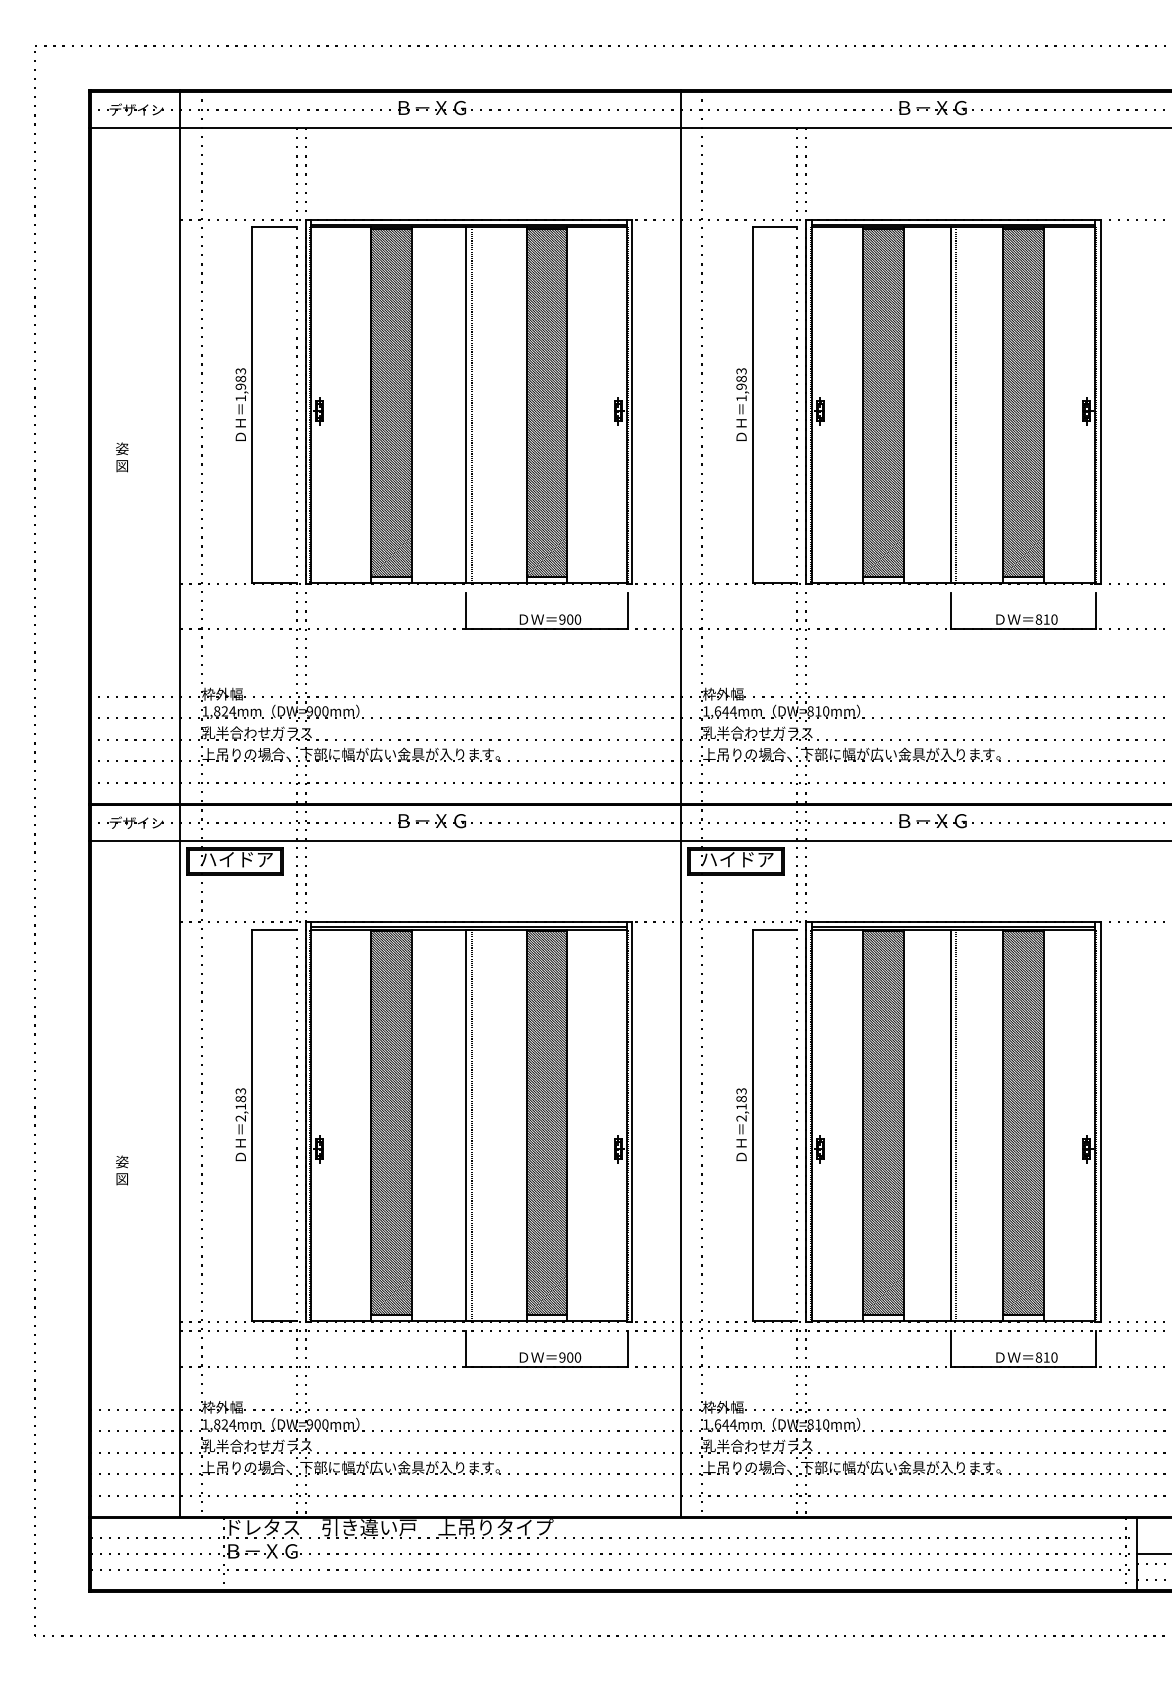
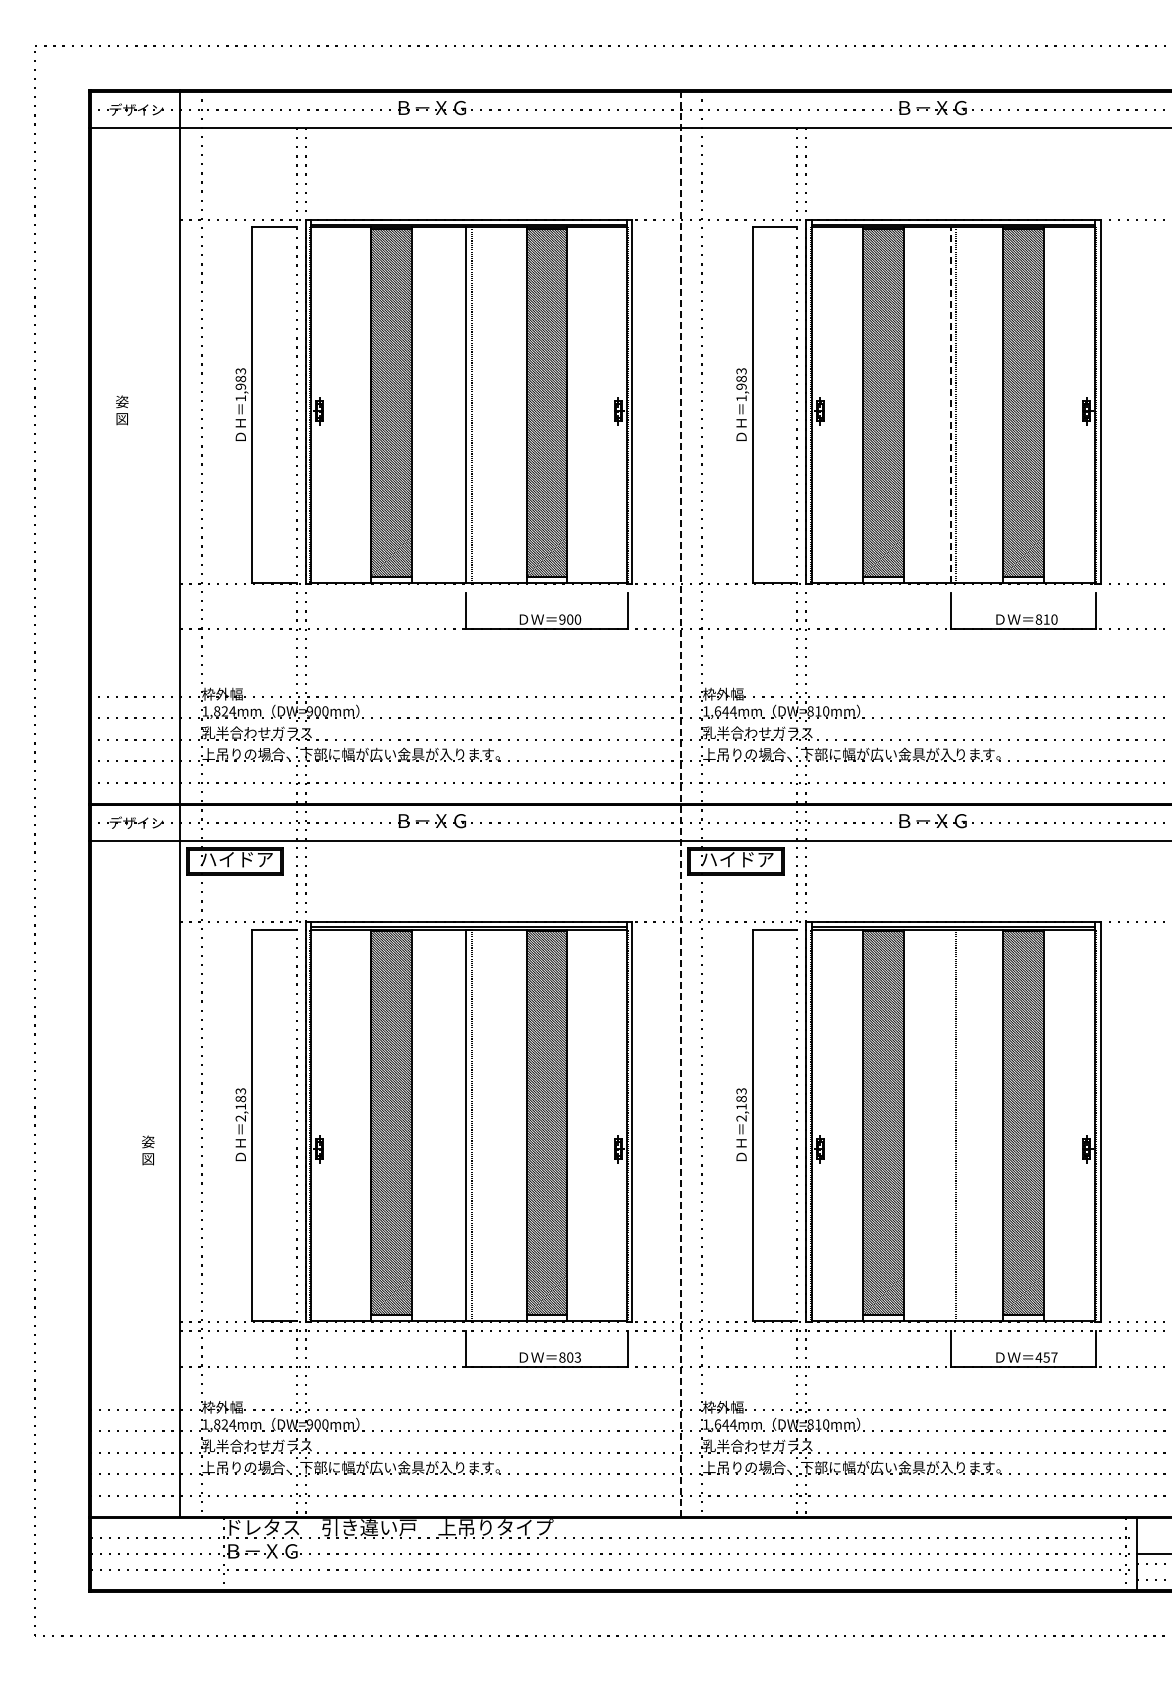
line at (950, 405): solid -> dashed
text at (122, 457) position: (122, 457) -> (122, 410)
line at (680, 803): solid -> dashed
line at (950, 1124): present -> none
text at (122, 1170) position: (122, 1170) -> (148, 1150)
text at (570, 1357): 900 -> 803
text at (1046, 1357): 810 -> 457
